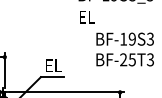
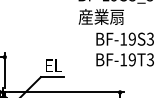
text at (100, 16): EL -> 産業扇
text at (127, 59): BF-25T3 -> BF-19T3
